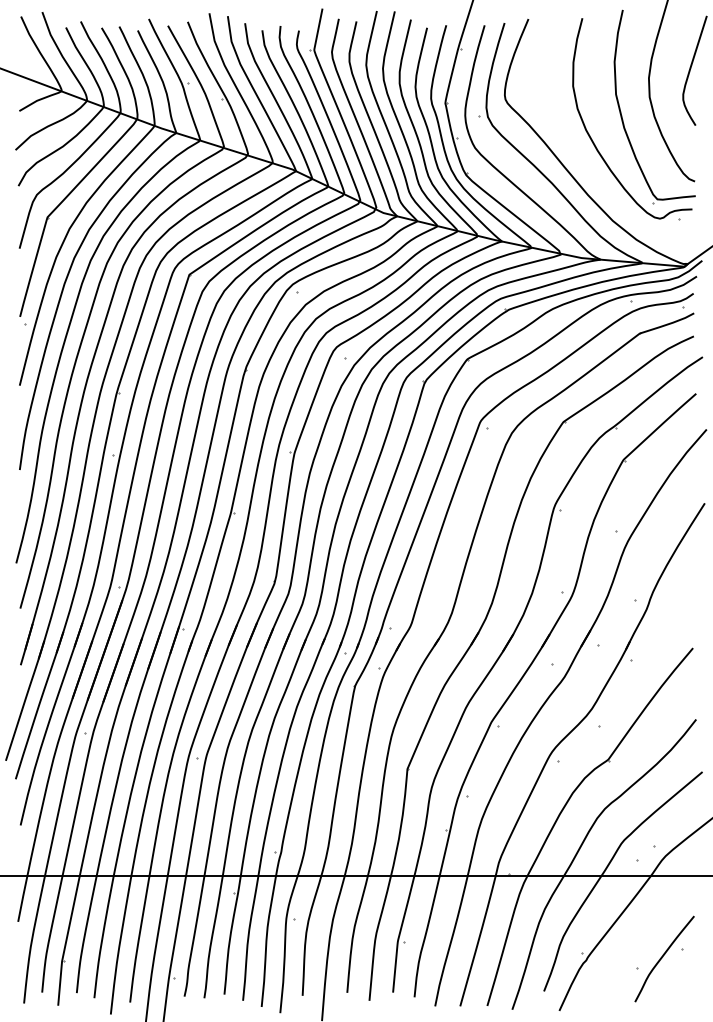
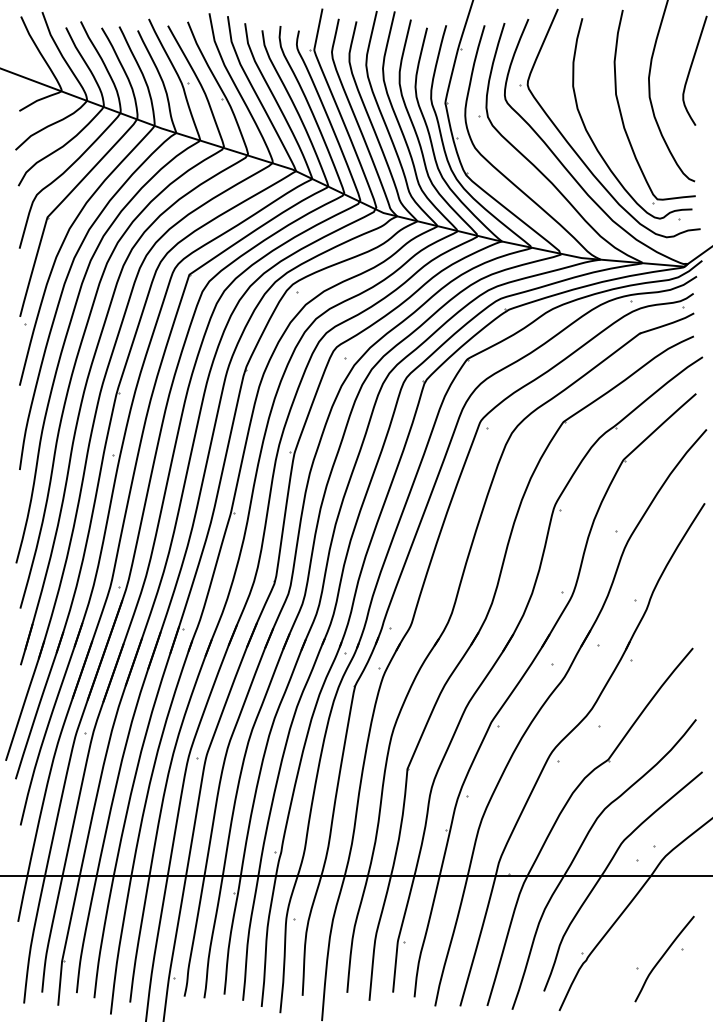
part at (575, 150): none -> present
